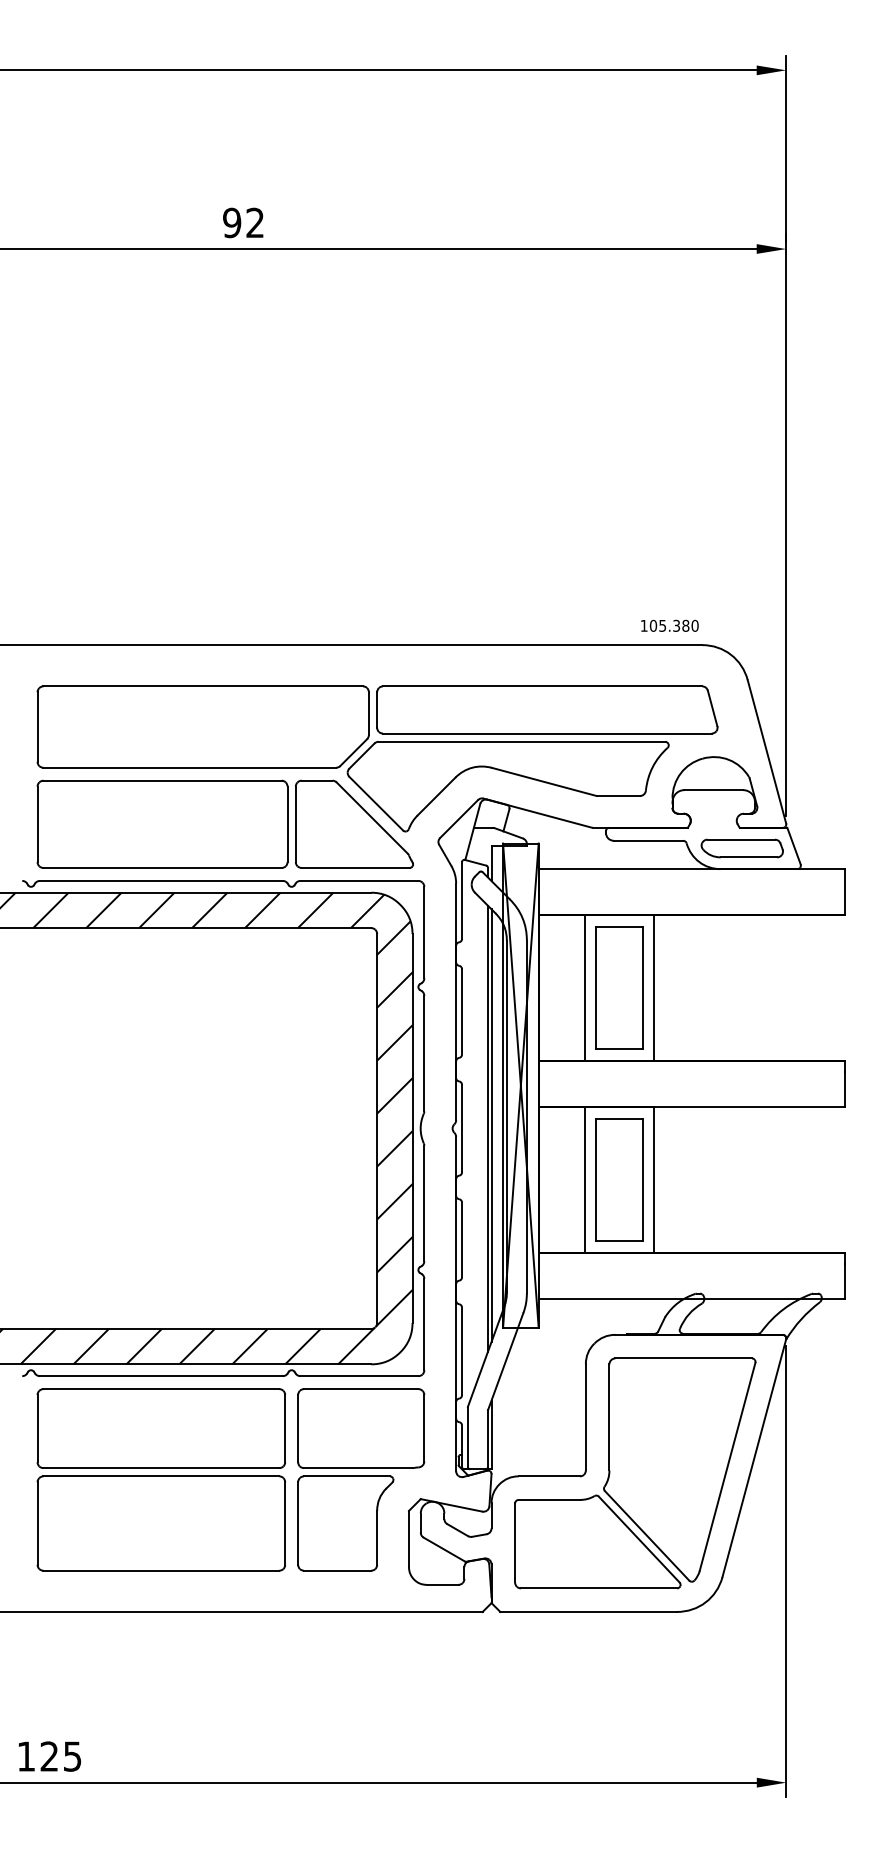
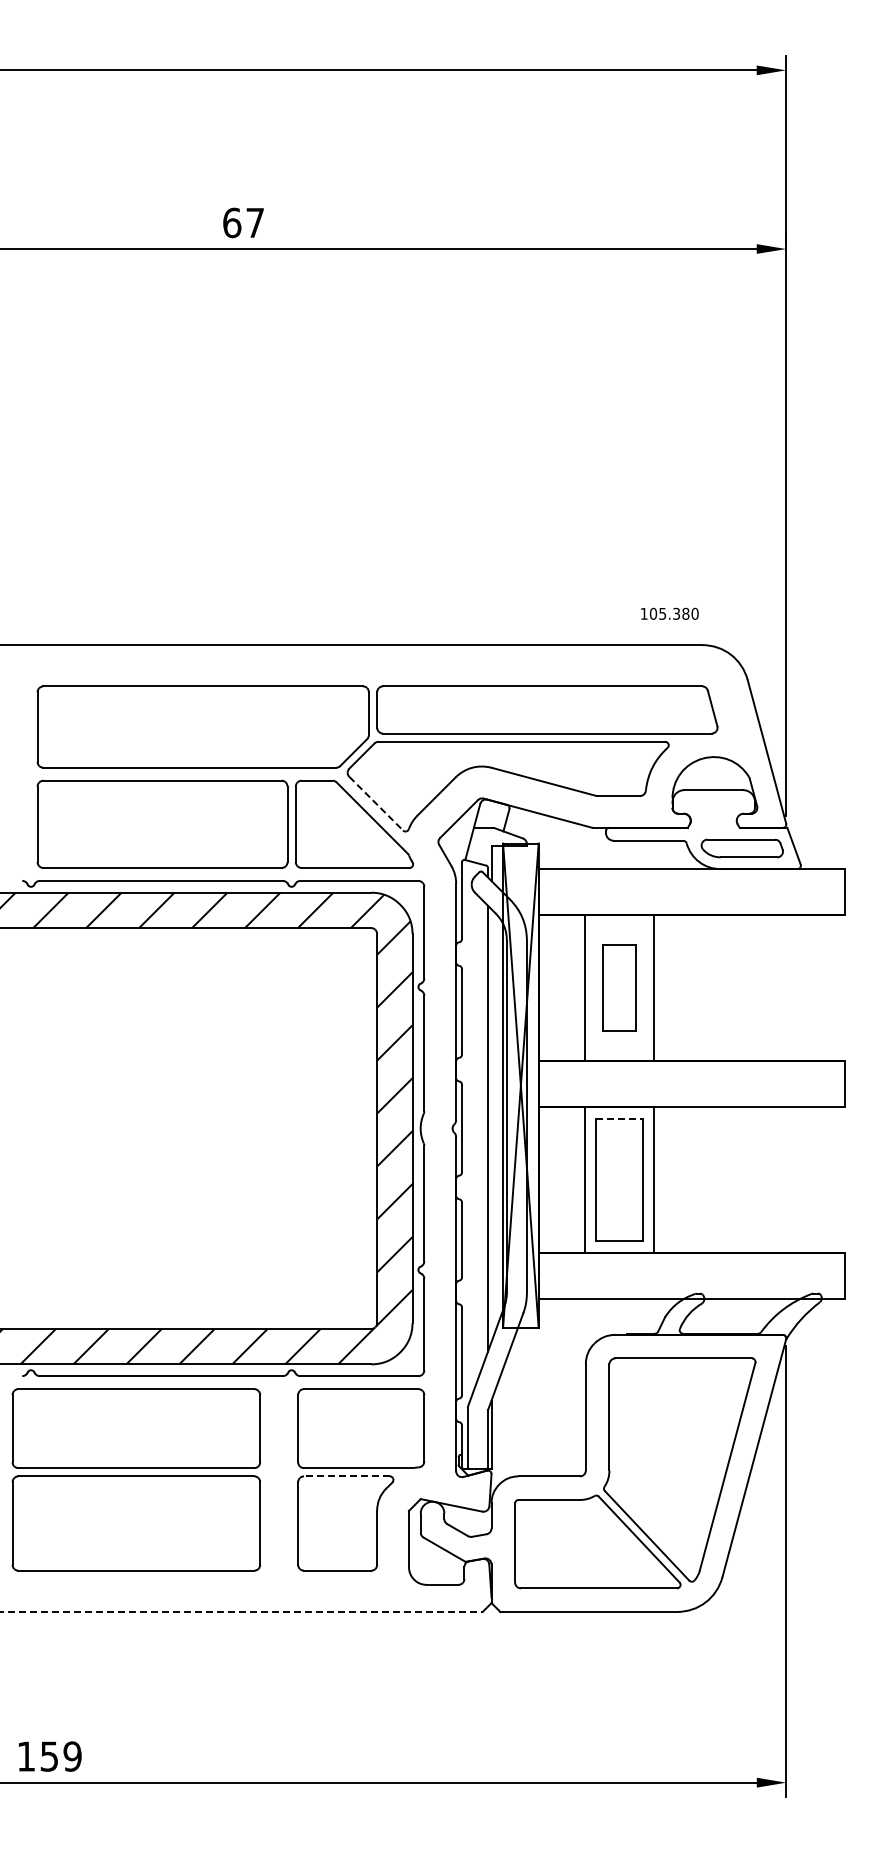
text at (243, 222): 92 -> 67
text at (669, 625) position: (669, 625) -> (669, 613)
line at (376, 803): solid -> dashed
part at (619, 987) size: 49x124 px -> 35x88 px
line at (620, 1118): solid -> dashed
line at (491, 1125): present -> none
line at (346, 1476): solid -> dashed
part at (161, 1479) position: (161, 1479) -> (136, 1479)
line at (241, 1611): solid -> dashed
text at (60, 1756): 125 -> 159
